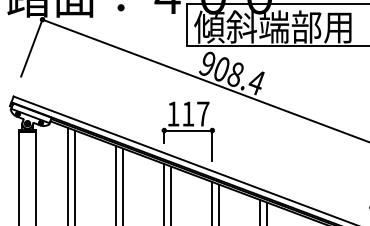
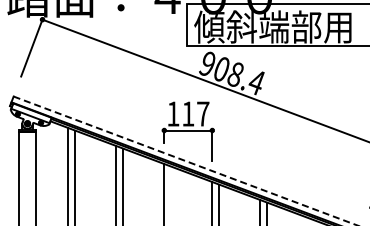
line at (186, 161): solid -> dashed
line at (171, 194): present -> none
